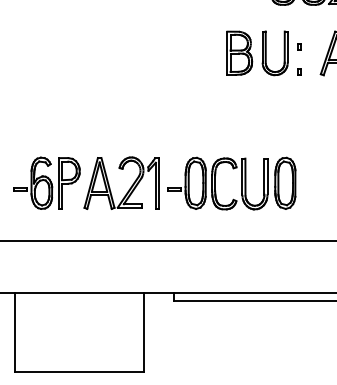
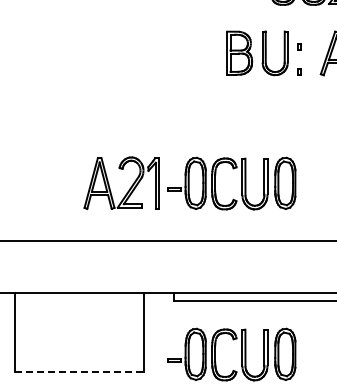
part at (46, 182): present -> none
part at (241, 354): none -> present
line at (80, 371): solid -> dashed
